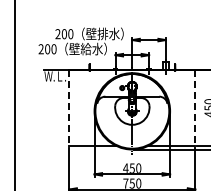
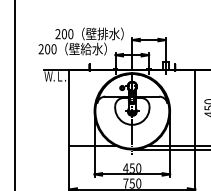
line at (69, 108): dashed -> solid
line at (195, 108): dashed -> solid
